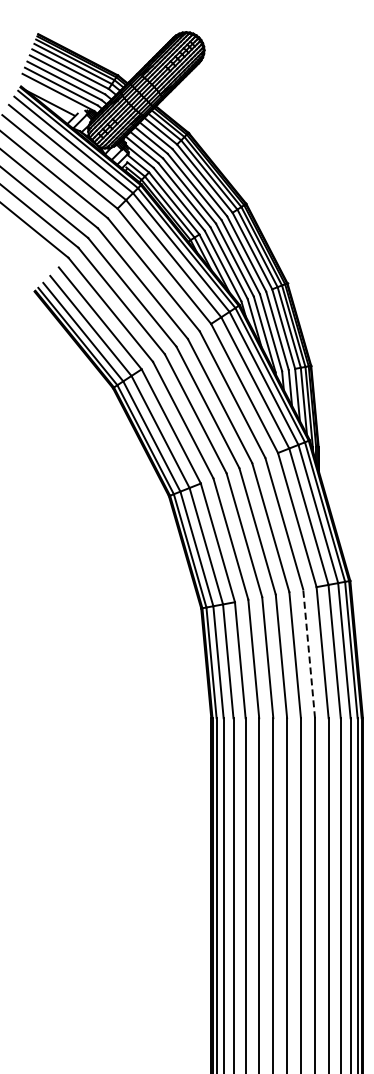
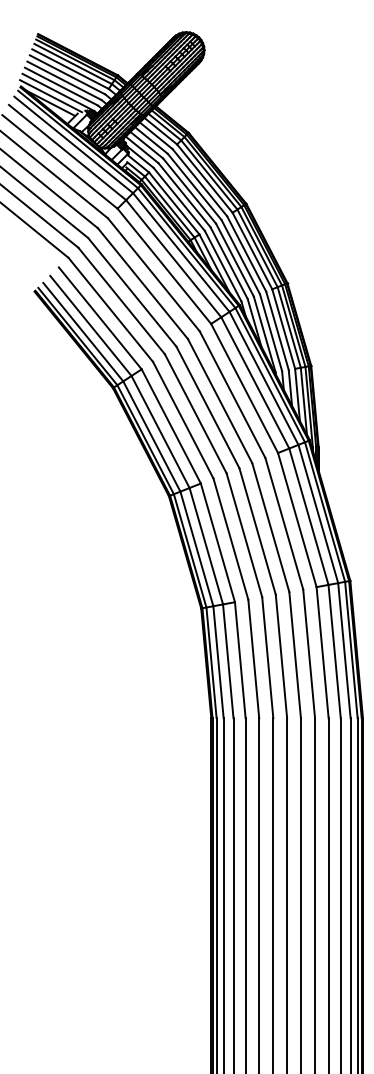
line at (51, 96): none -> present
line at (309, 653): dashed -> solid
